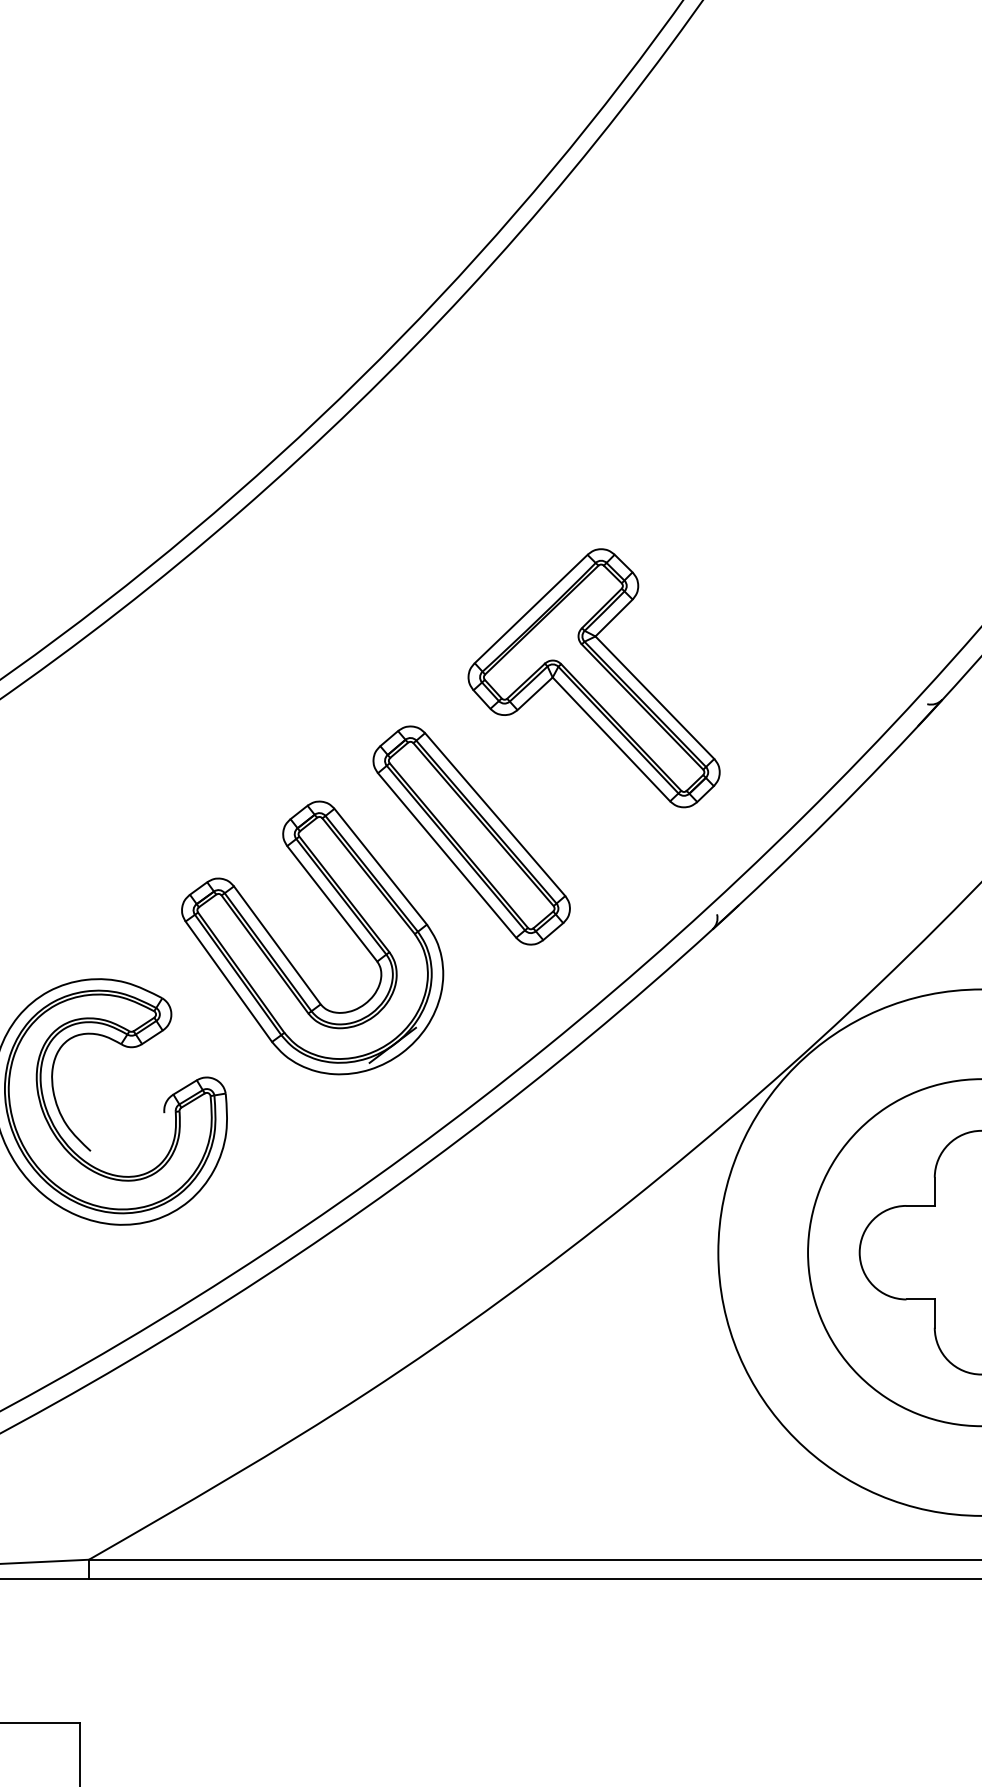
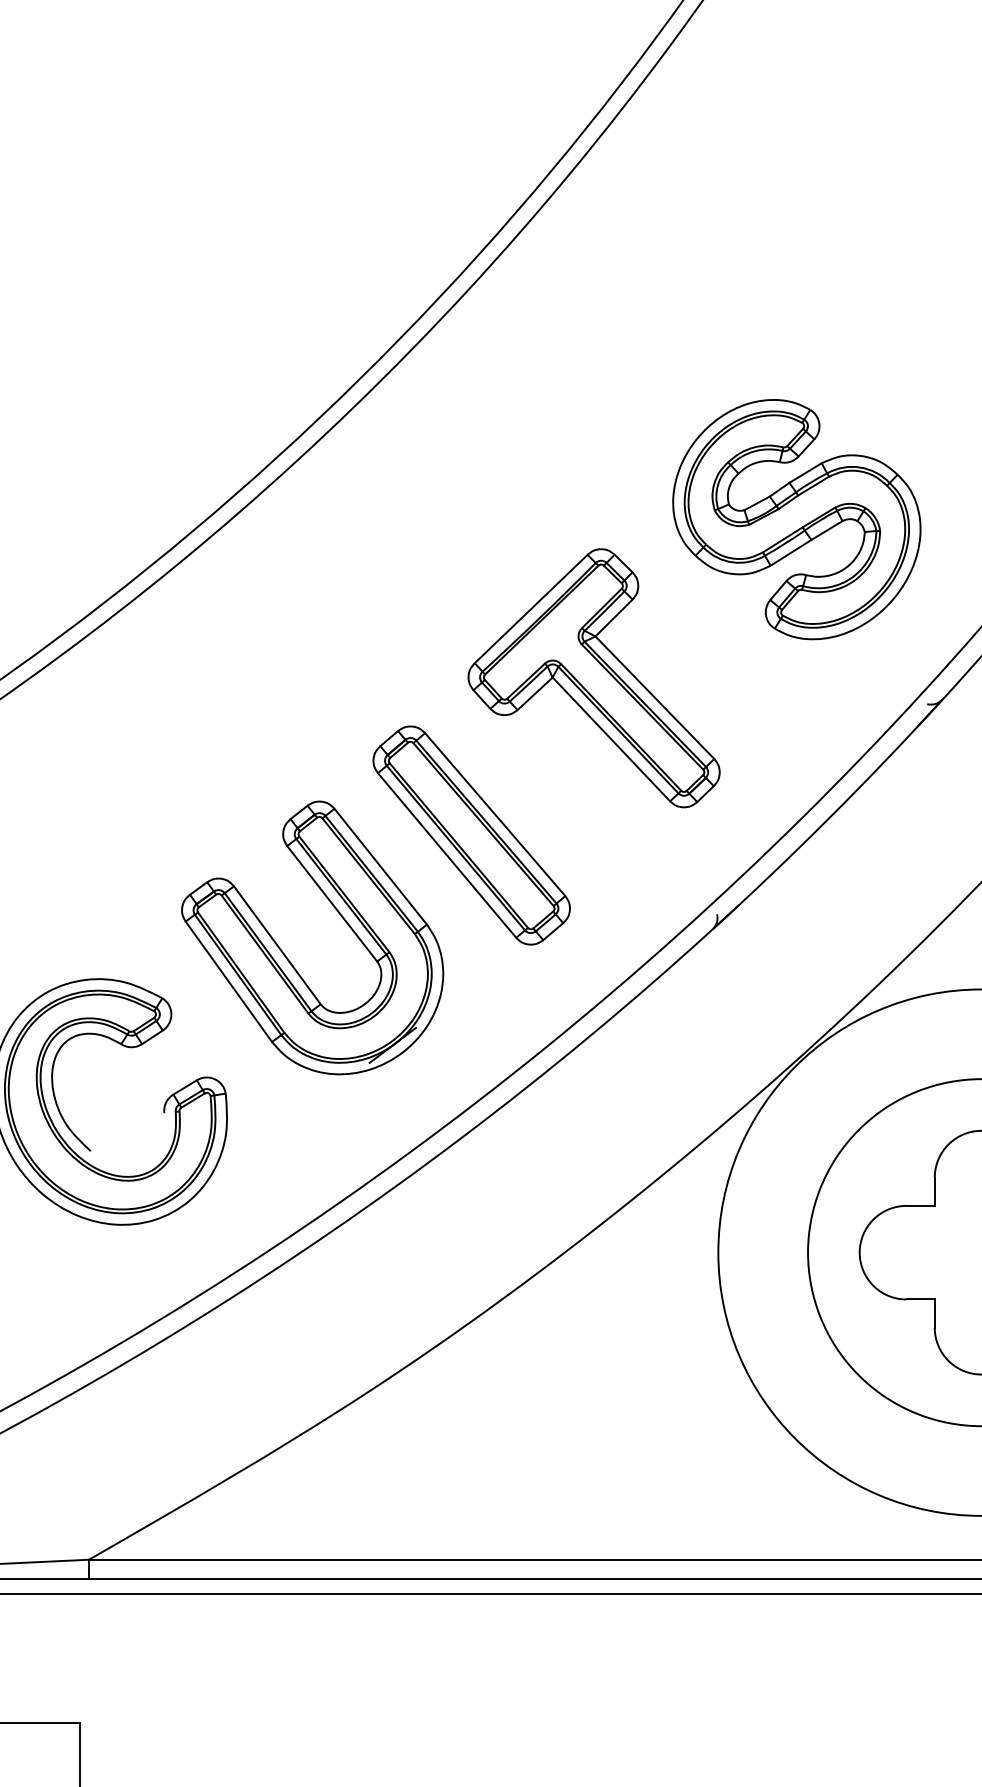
part at (796, 519): none -> present
line at (490, 1593): none -> present
